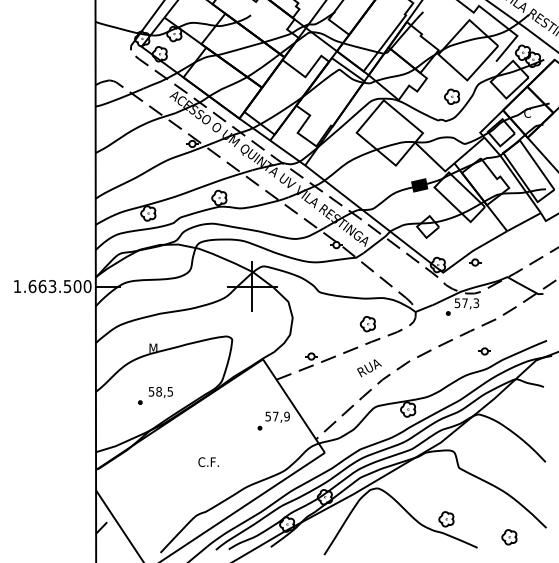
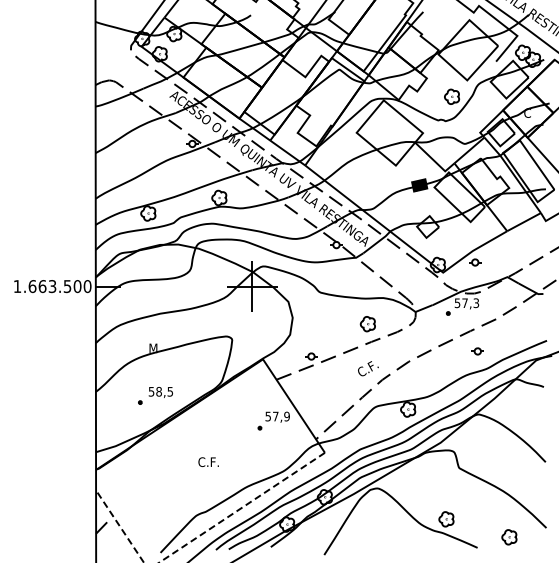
part at (484, 351) position: (484, 351) -> (477, 351)
text at (369, 368): RUA -> C.F.
line at (205, 532): solid -> dashed
